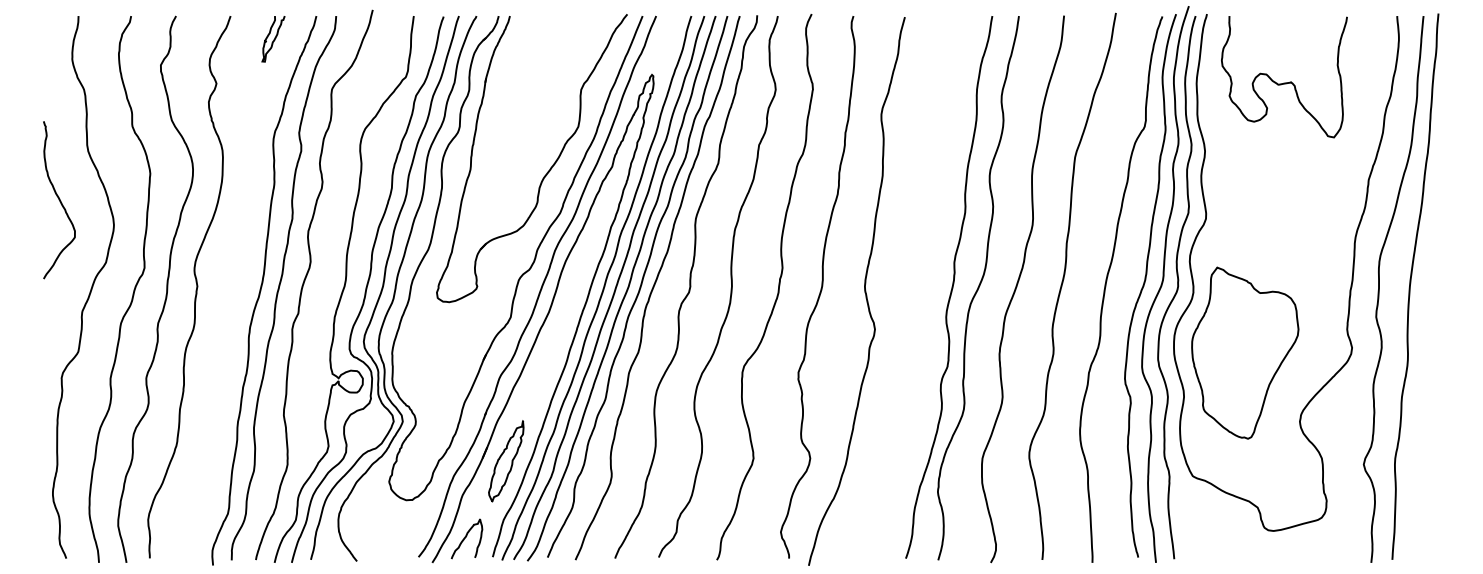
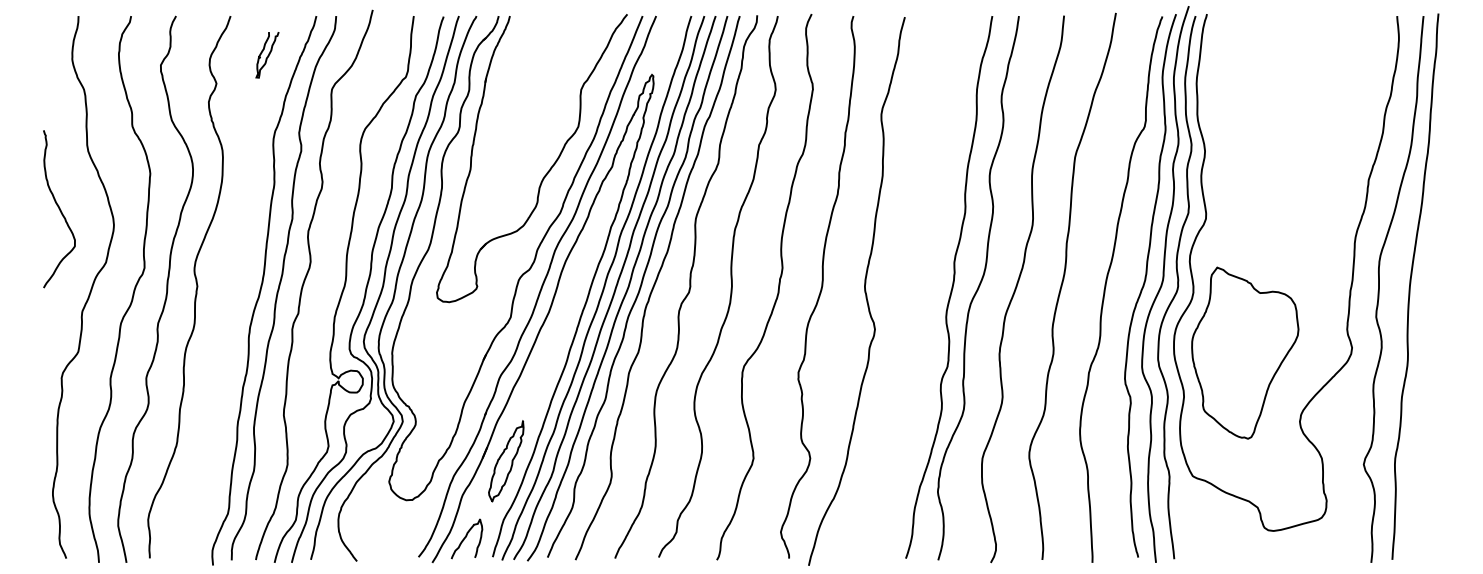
curve at (273, 39) position: (273, 39) -> (267, 55)
curve at (1284, 82): present -> none
curve at (59, 200) position: (59, 200) -> (59, 209)
